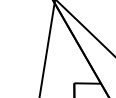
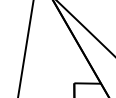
line at (47, 48) position: (47, 48) -> (25, 48)
